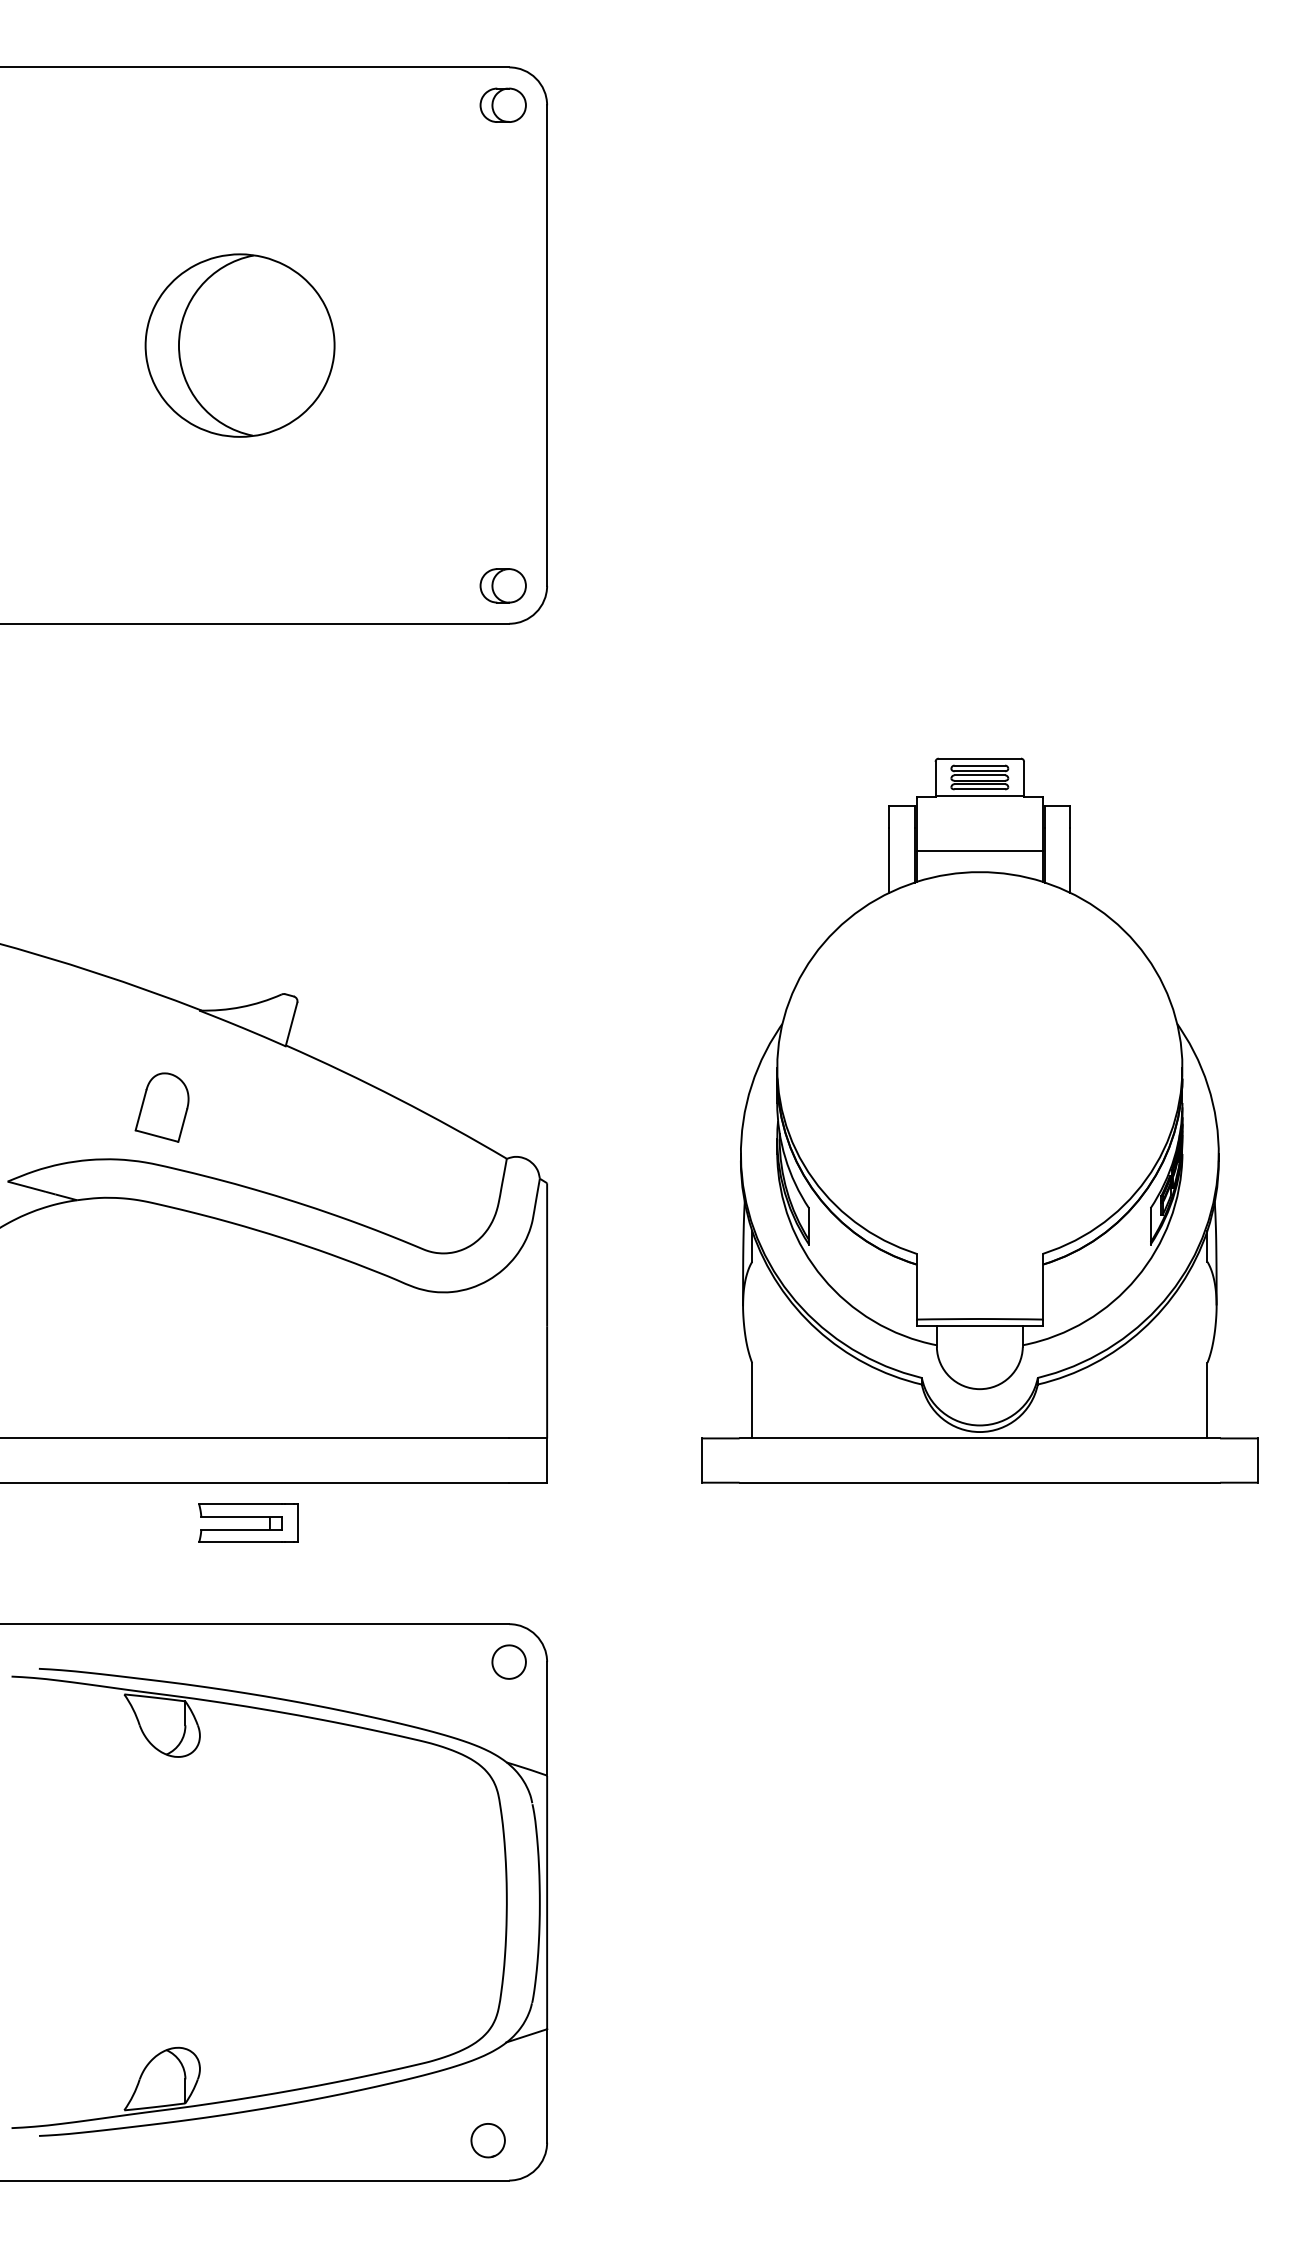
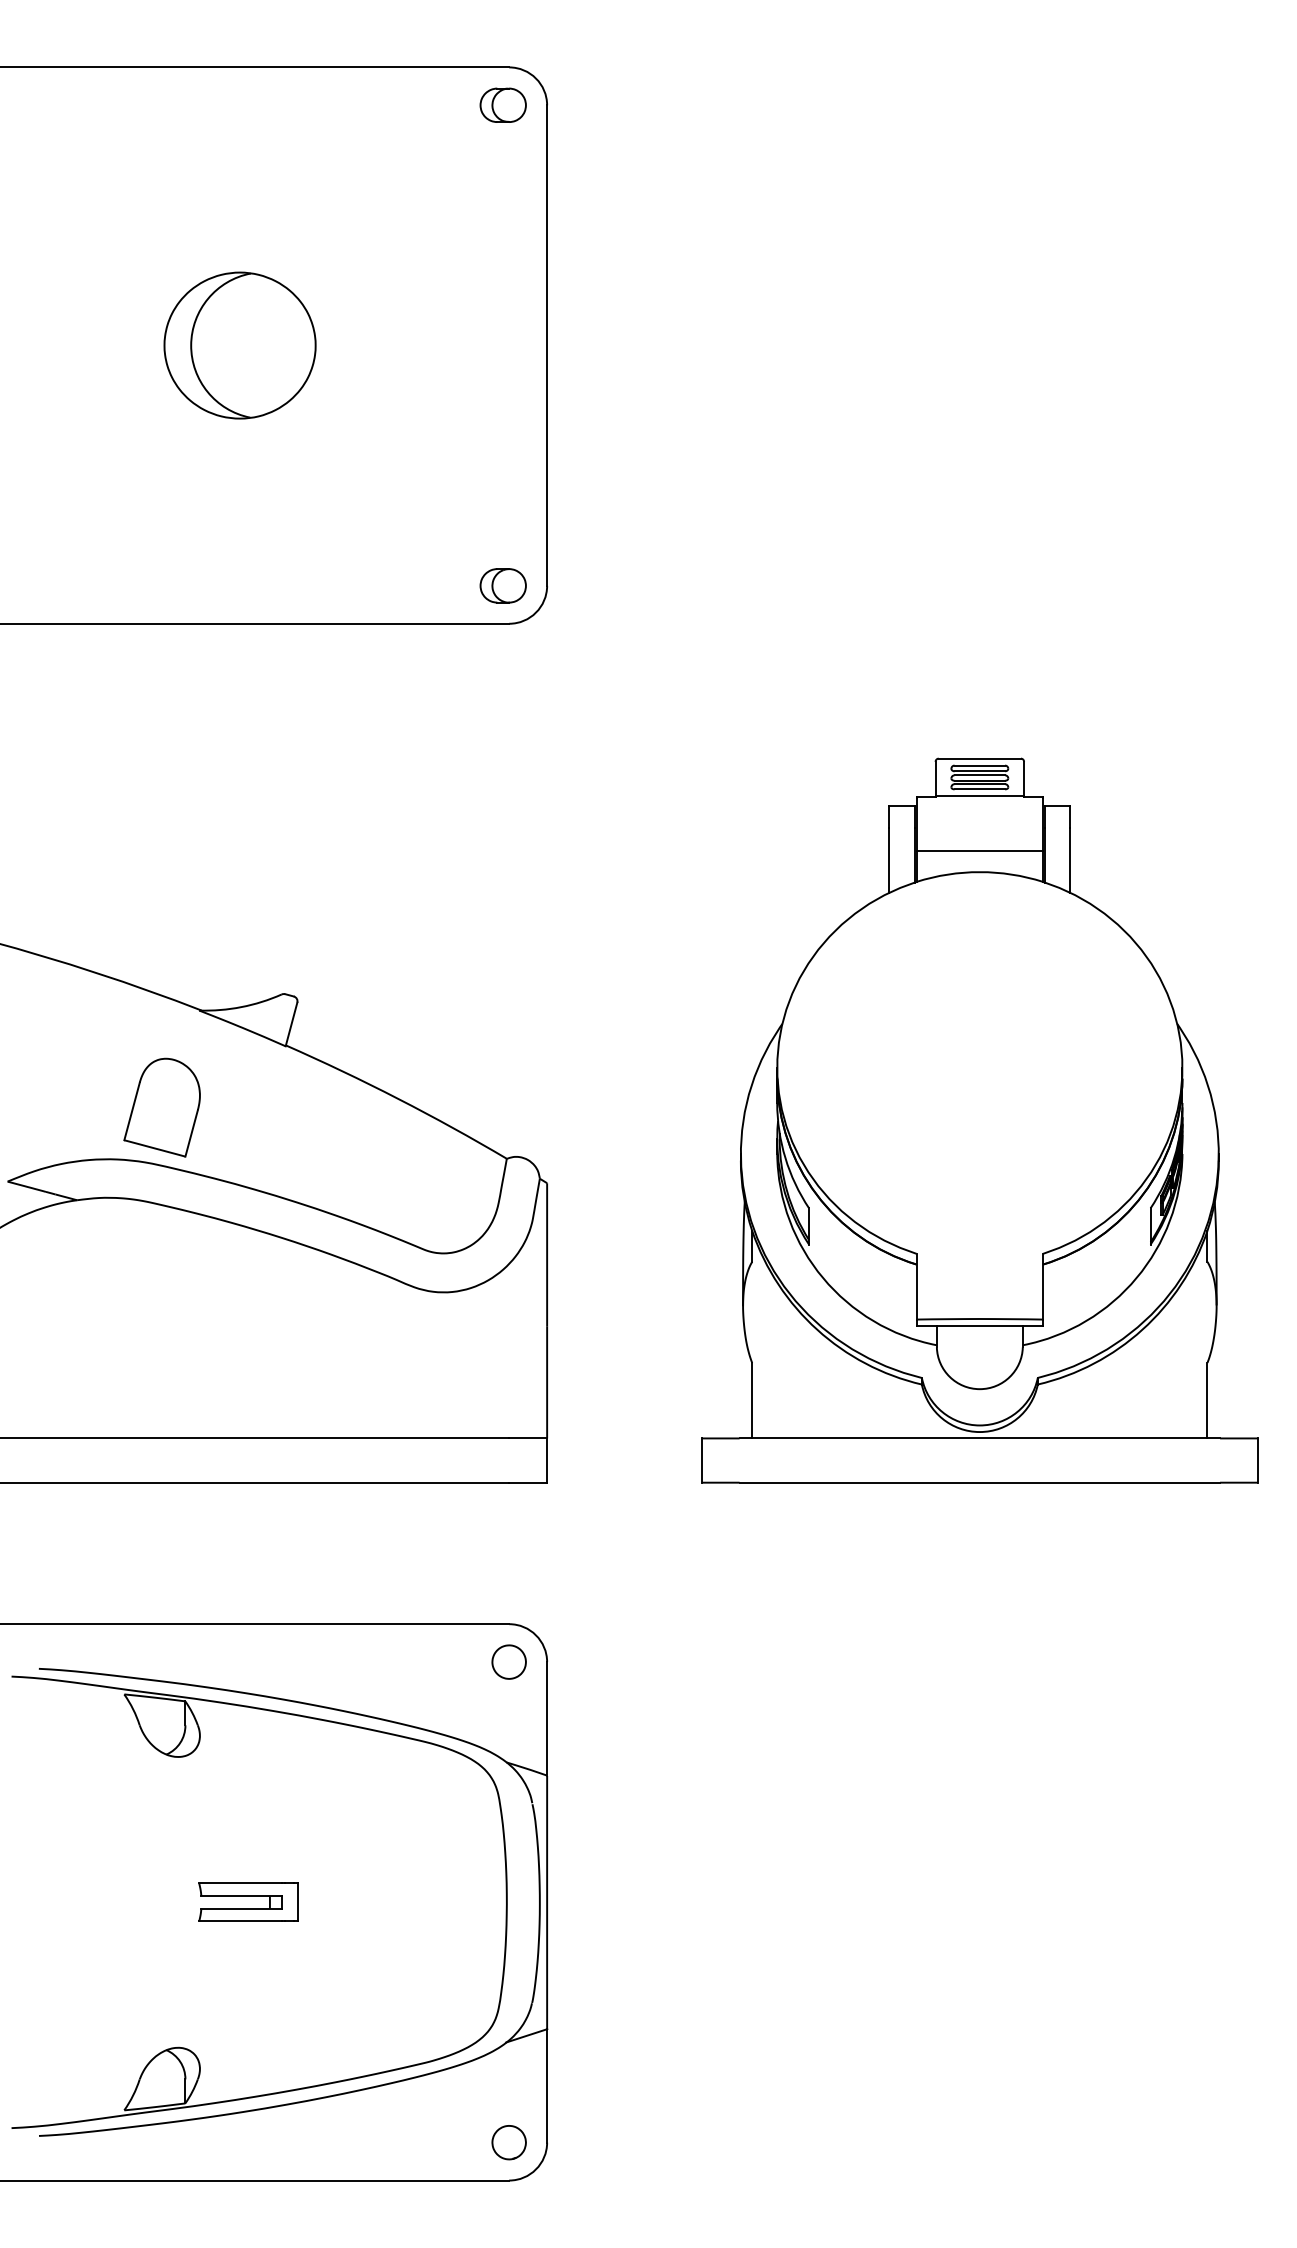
part at (239, 345) size: 192x185 px -> 154x149 px
part at (161, 1107) size: 56x71 px -> 78x101 px
part at (248, 1522) position: (248, 1522) -> (248, 1901)
part at (487, 2140) position: (487, 2140) -> (508, 2142)
